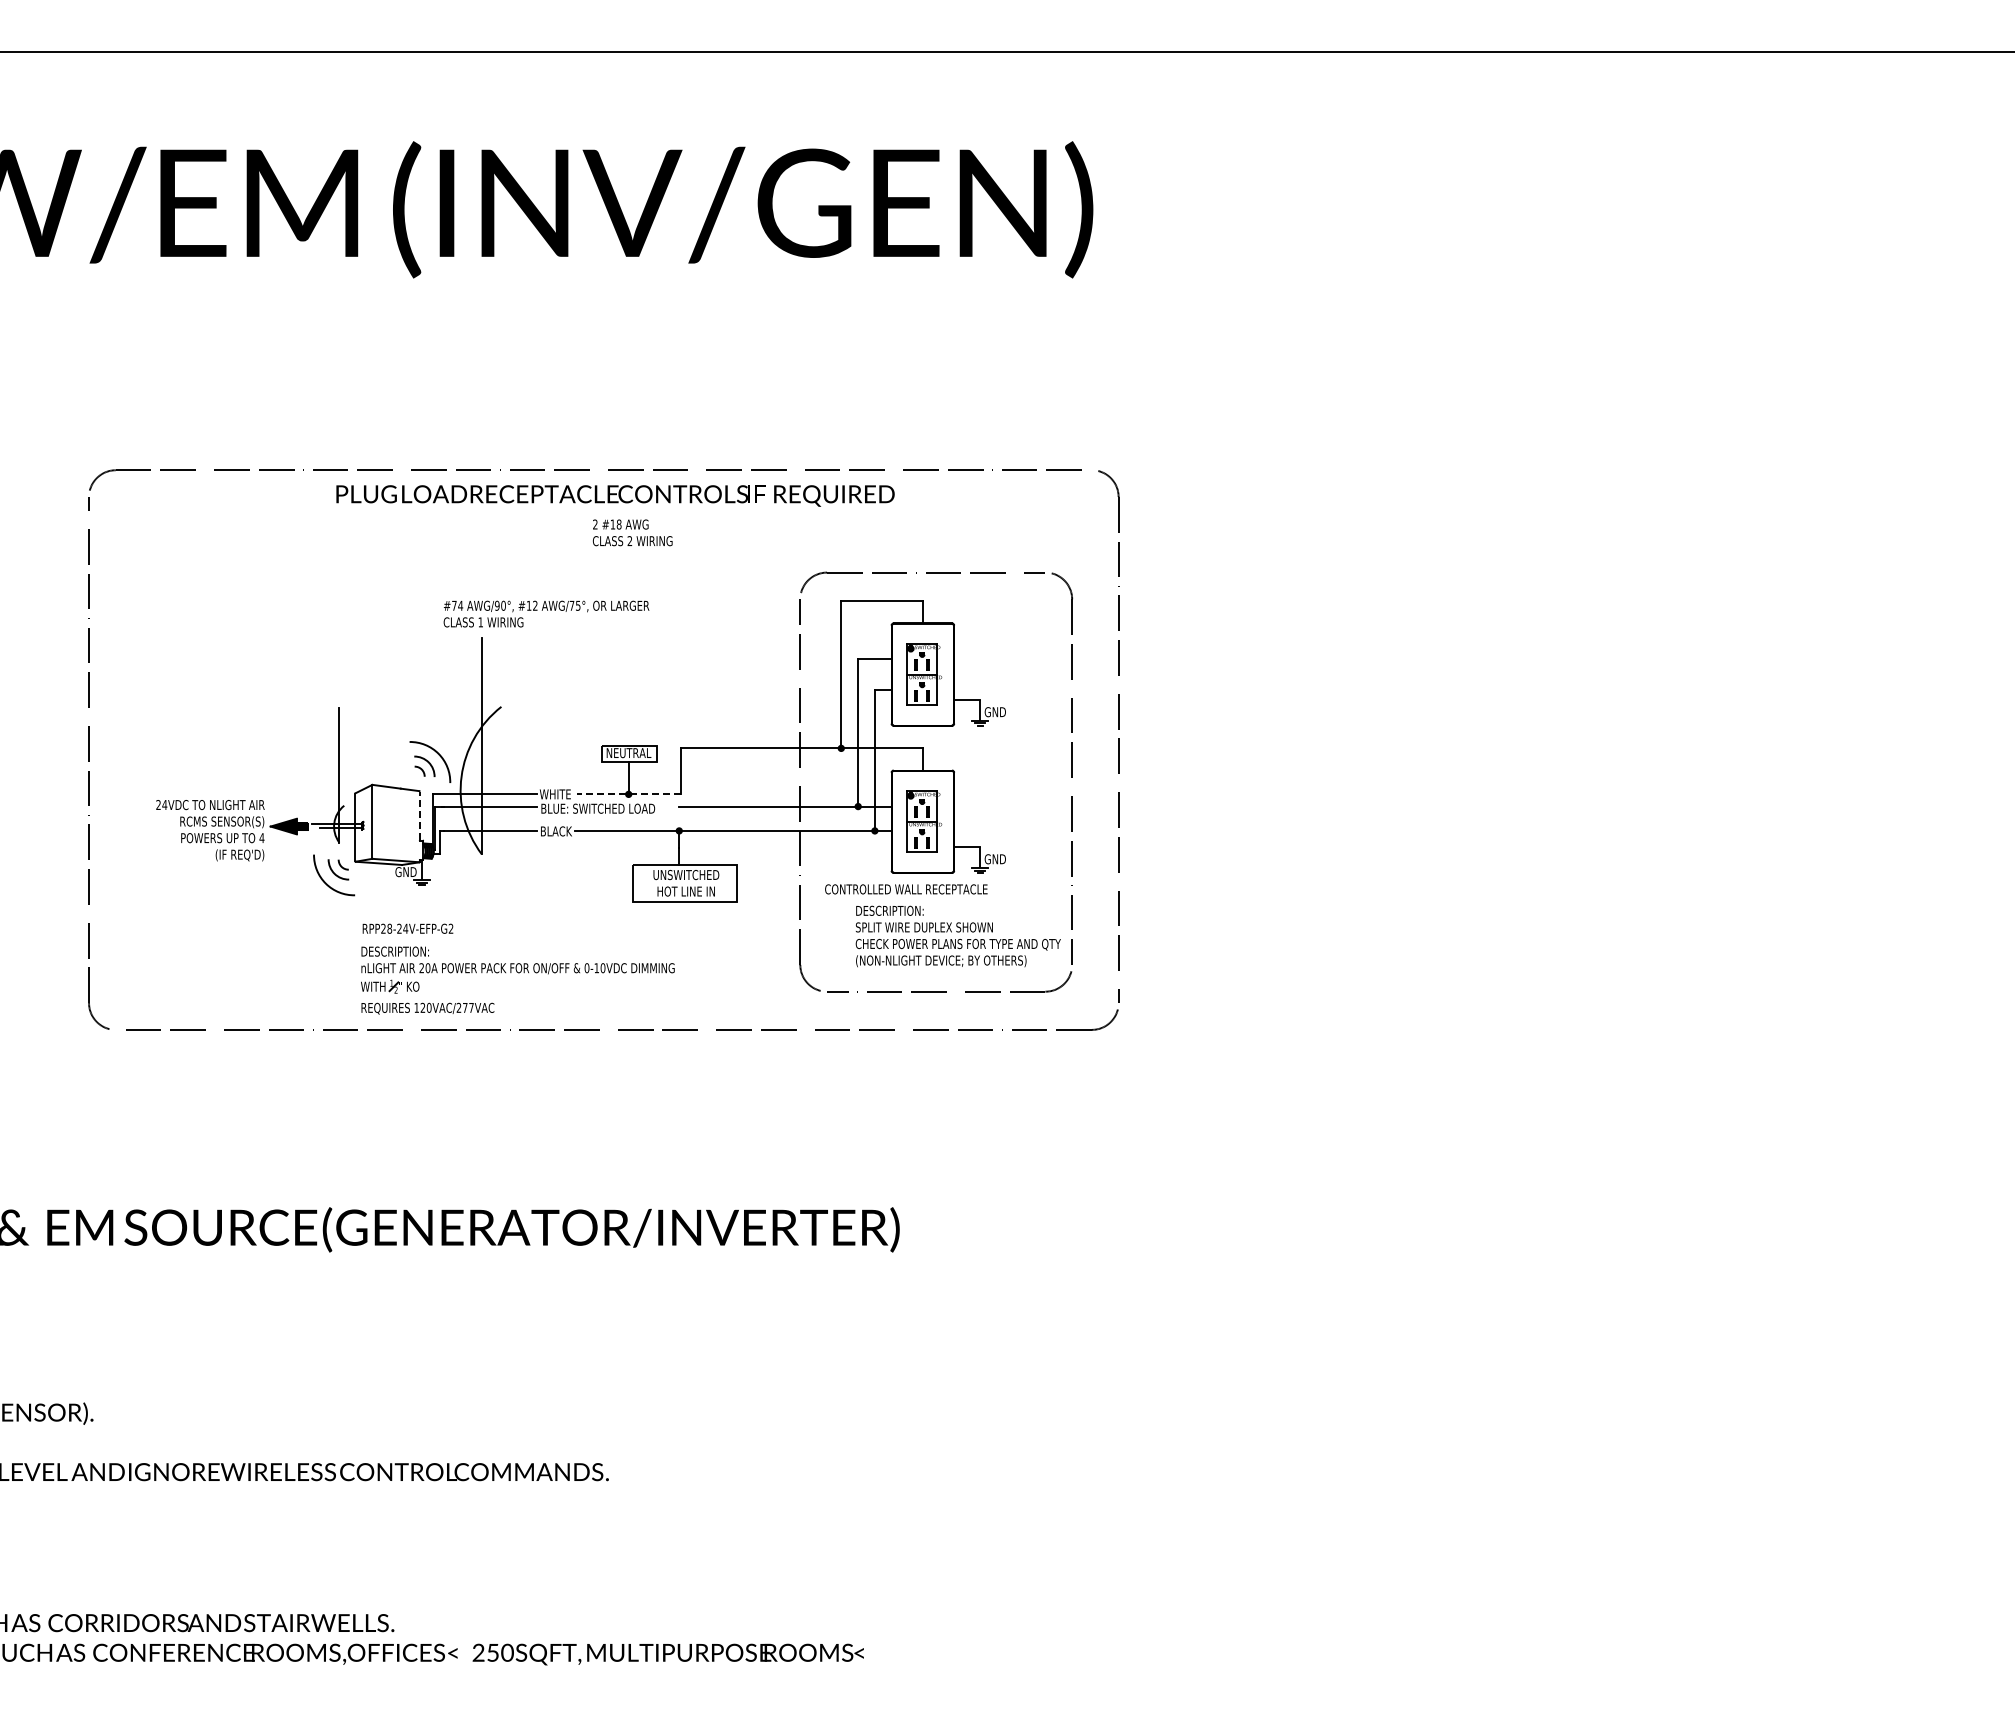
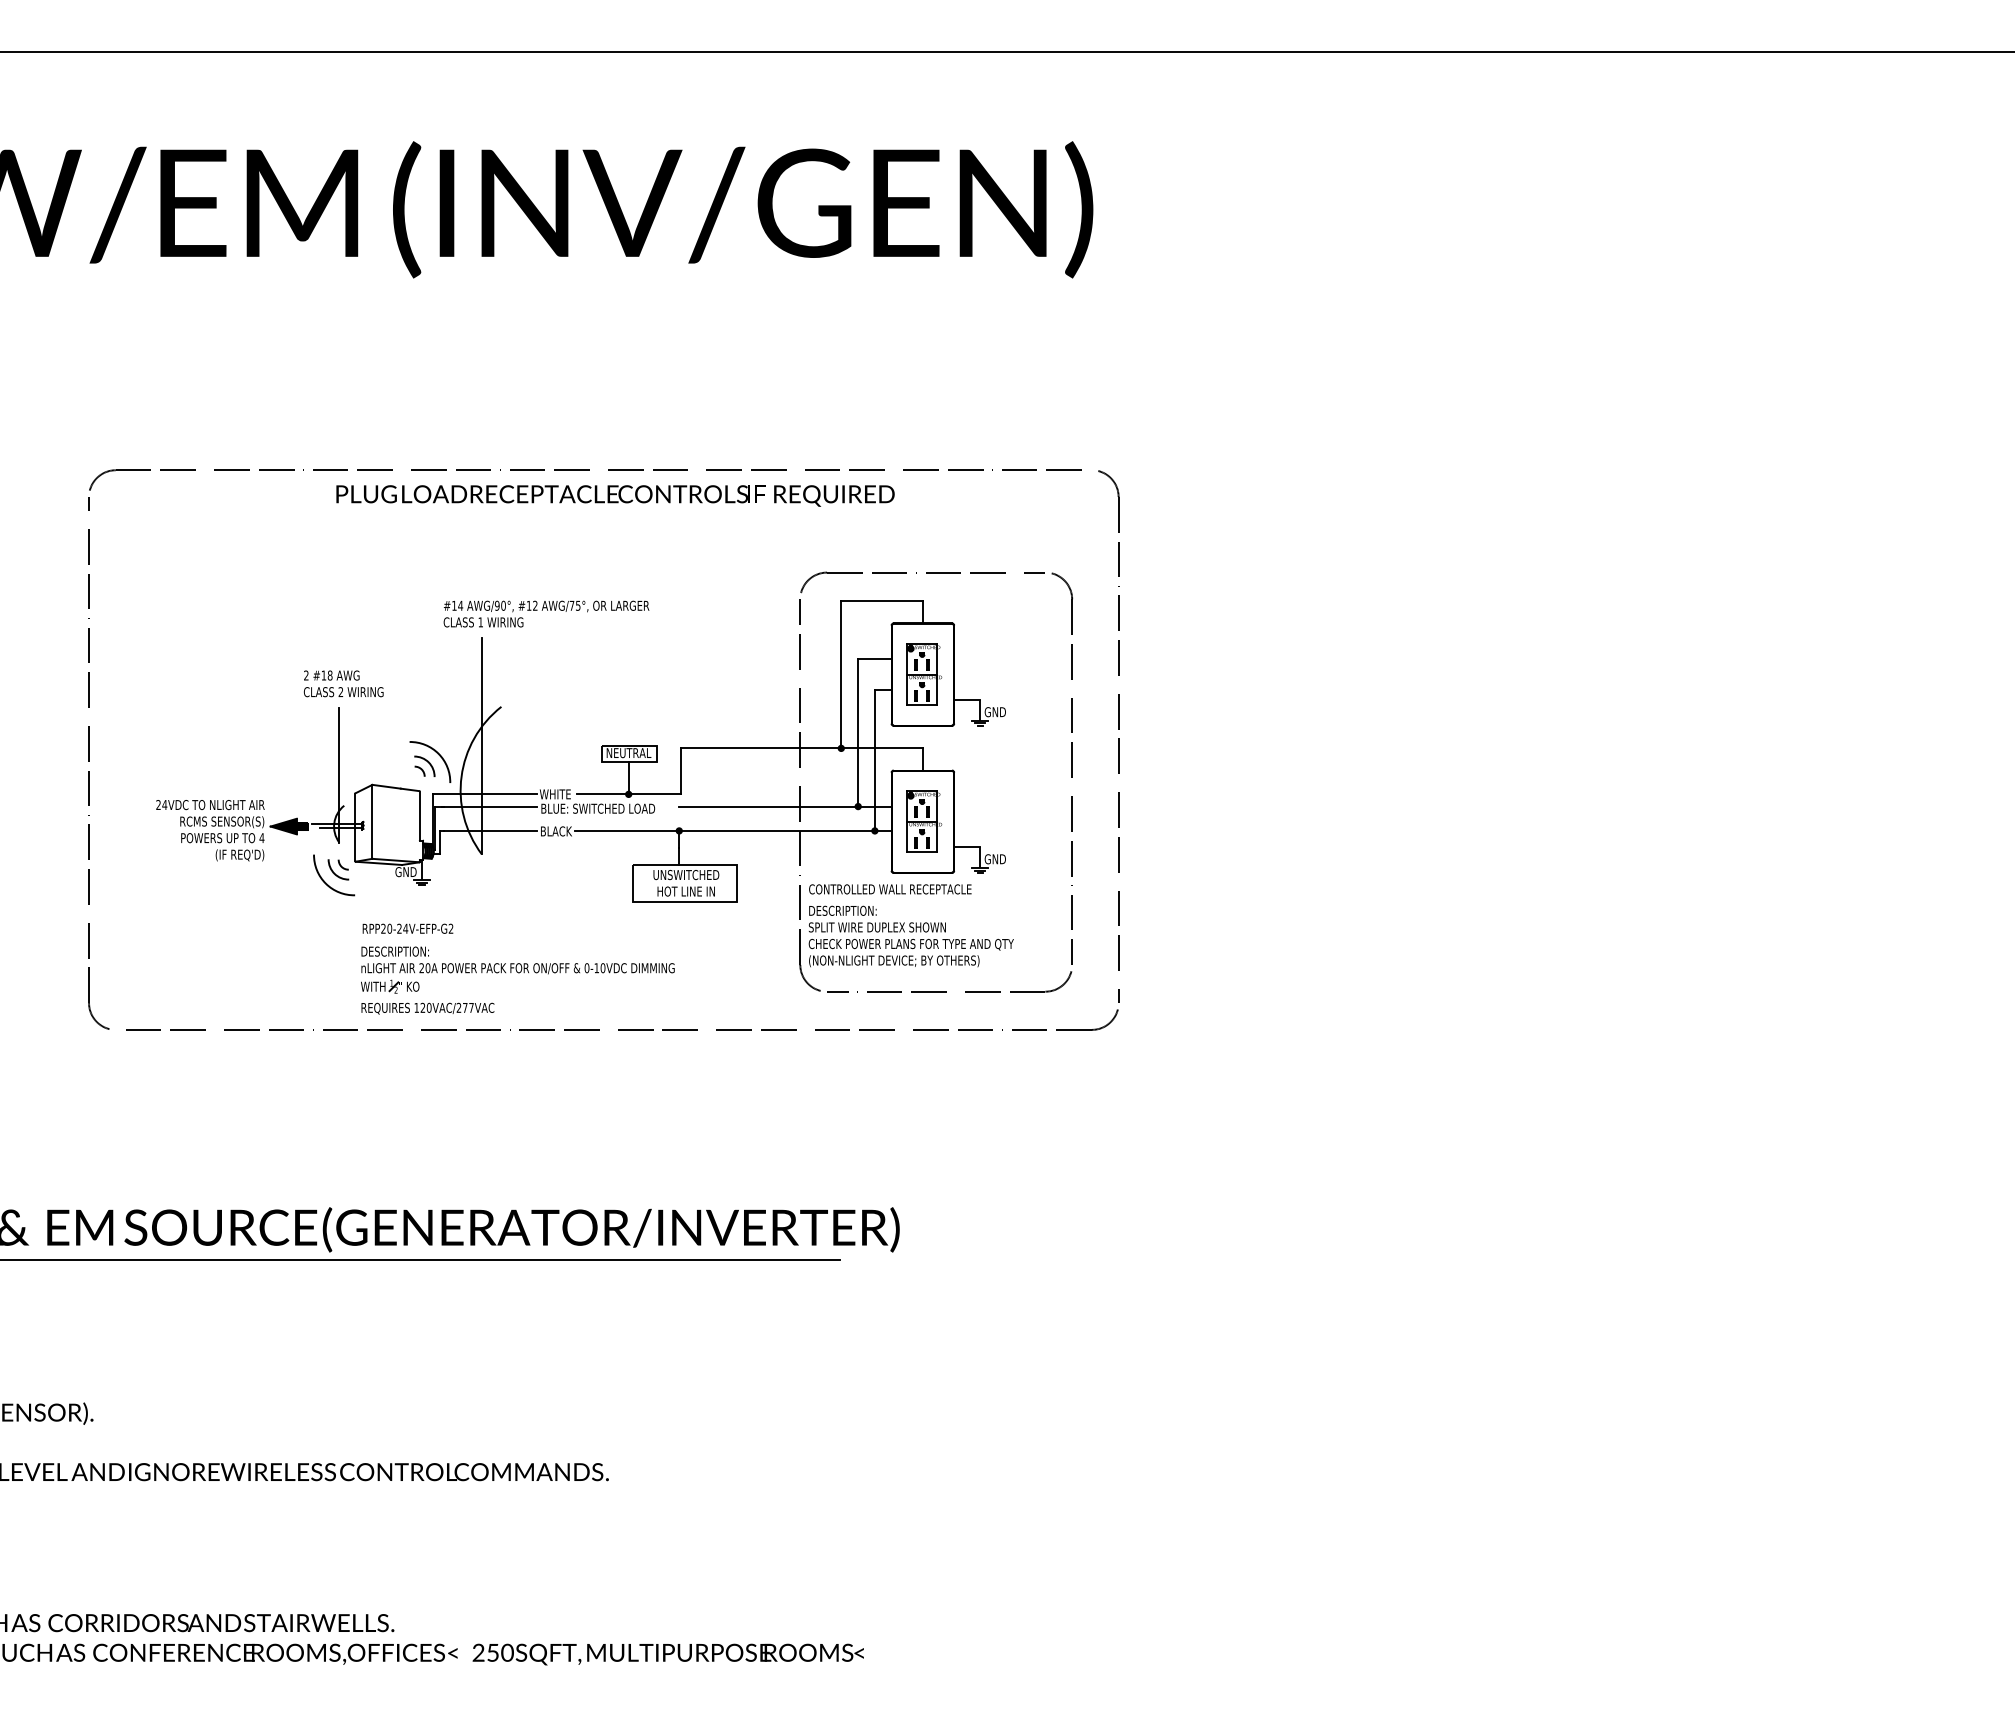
text at (632, 532) position: (632, 532) -> (343, 683)
text at (454, 605): #74 -> #14
line at (628, 794): dashed -> solid
line at (419, 815): dashed -> solid
text at (906, 889) position: (906, 889) -> (890, 889)
text at (389, 928): RPP28-24V-EFP-G2 -> RPP20-24V-EFP-G2
text at (957, 936) position: (957, 936) -> (910, 936)
line at (421, 1260): none -> present
